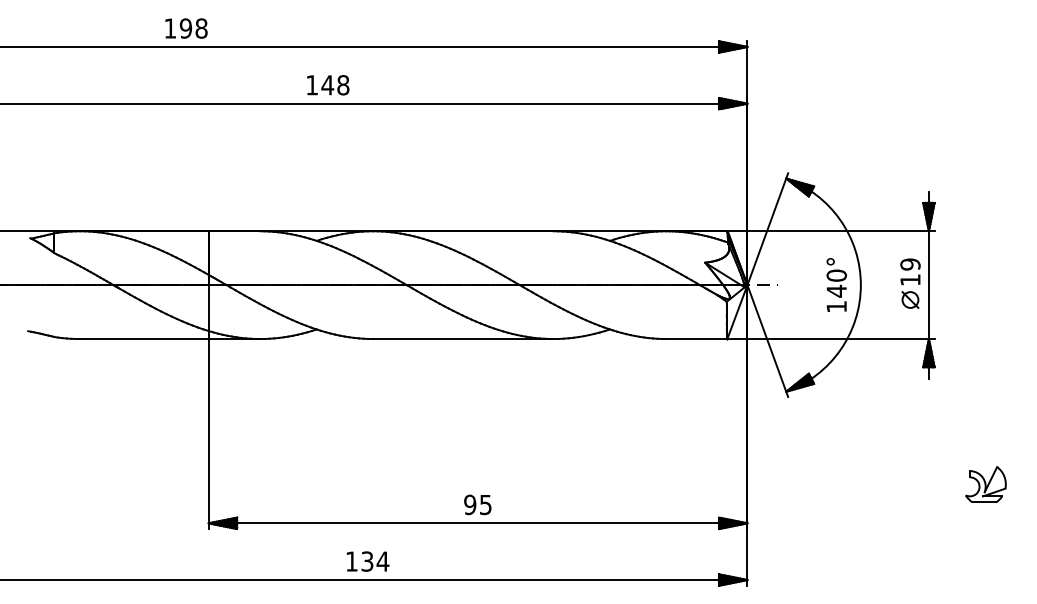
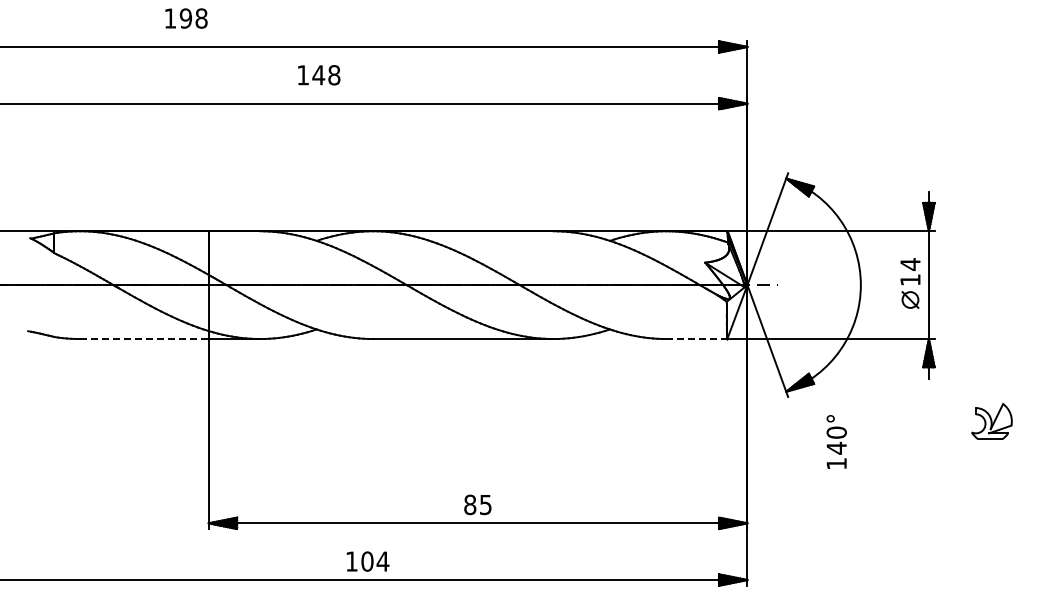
text at (186, 28) position: (186, 28) -> (186, 18)
text at (328, 85) position: (328, 85) -> (319, 75)
text at (910, 264): 19 -> 14
text at (836, 284) position: (836, 284) -> (836, 441)
line at (144, 339): solid -> dashed
line at (697, 339): solid -> dashed
part at (985, 484) position: (985, 484) -> (991, 421)
text at (470, 504): 95 -> 85
text at (367, 561): 134 -> 104
